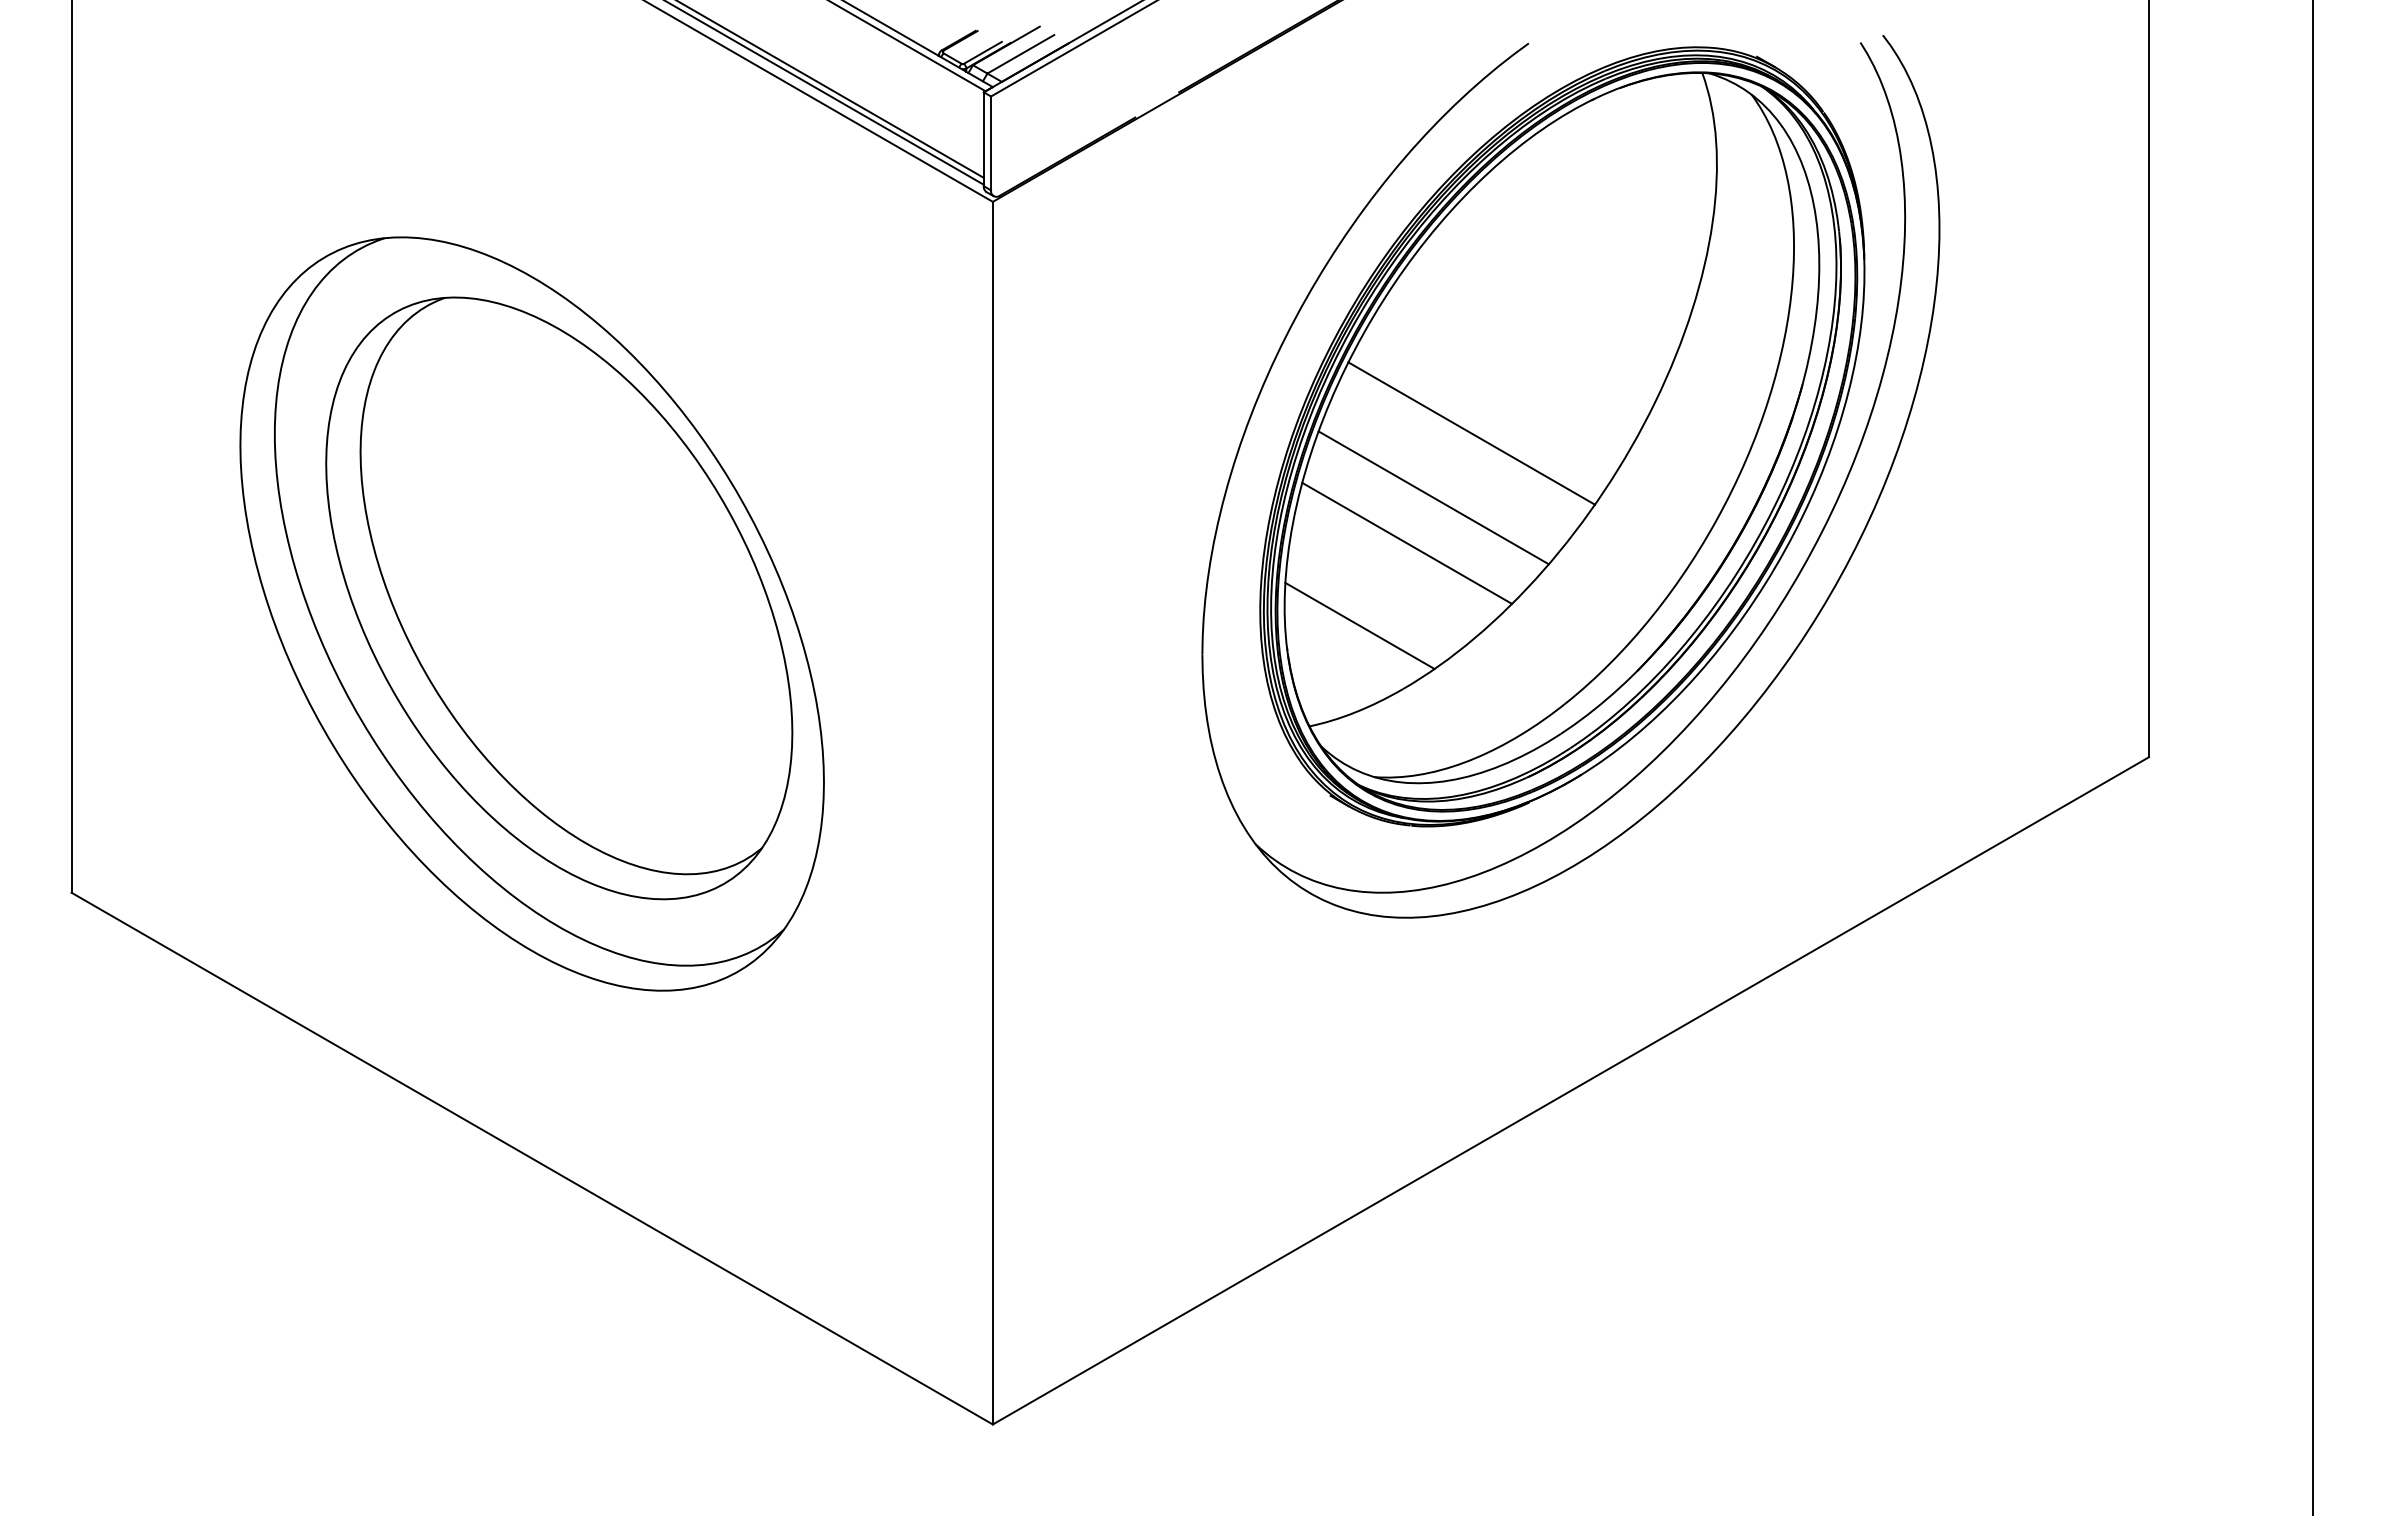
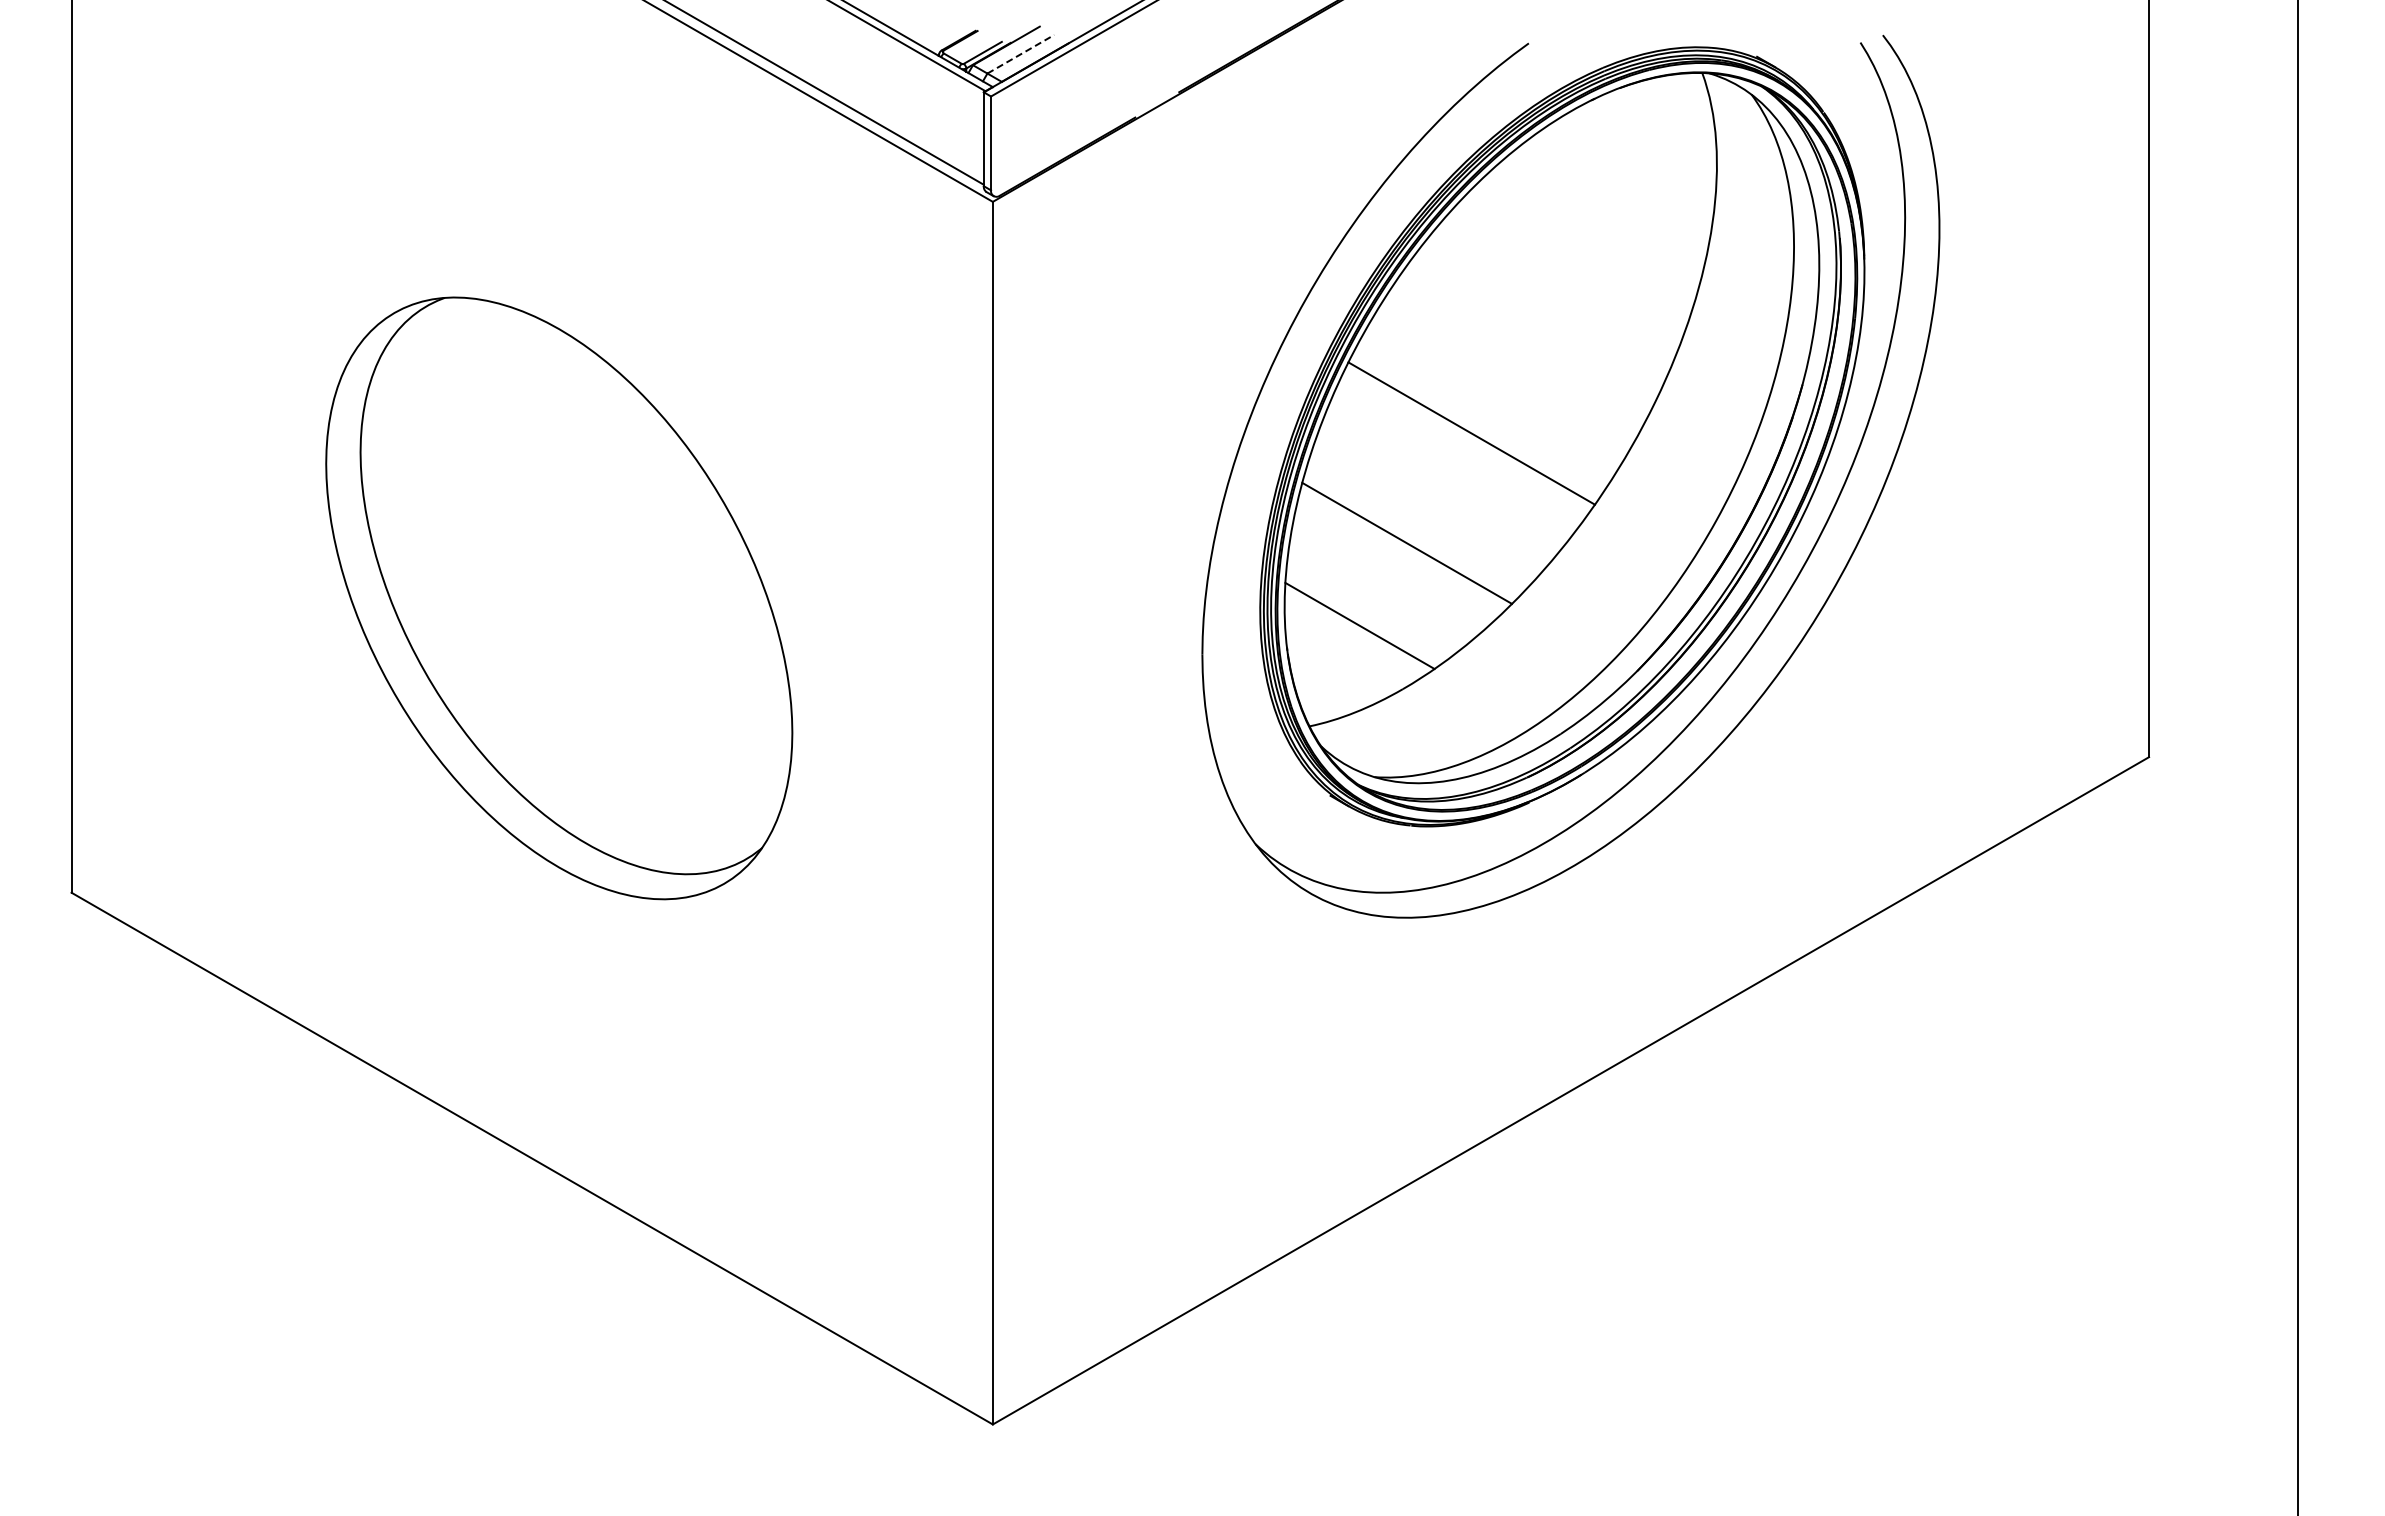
line at (1020, 54): solid -> dashed
line at (831, 89): present -> none
line at (1433, 497): present -> none
part at (531, 613): present -> none
line at (2313, 757) position: (2313, 757) -> (2298, 757)
